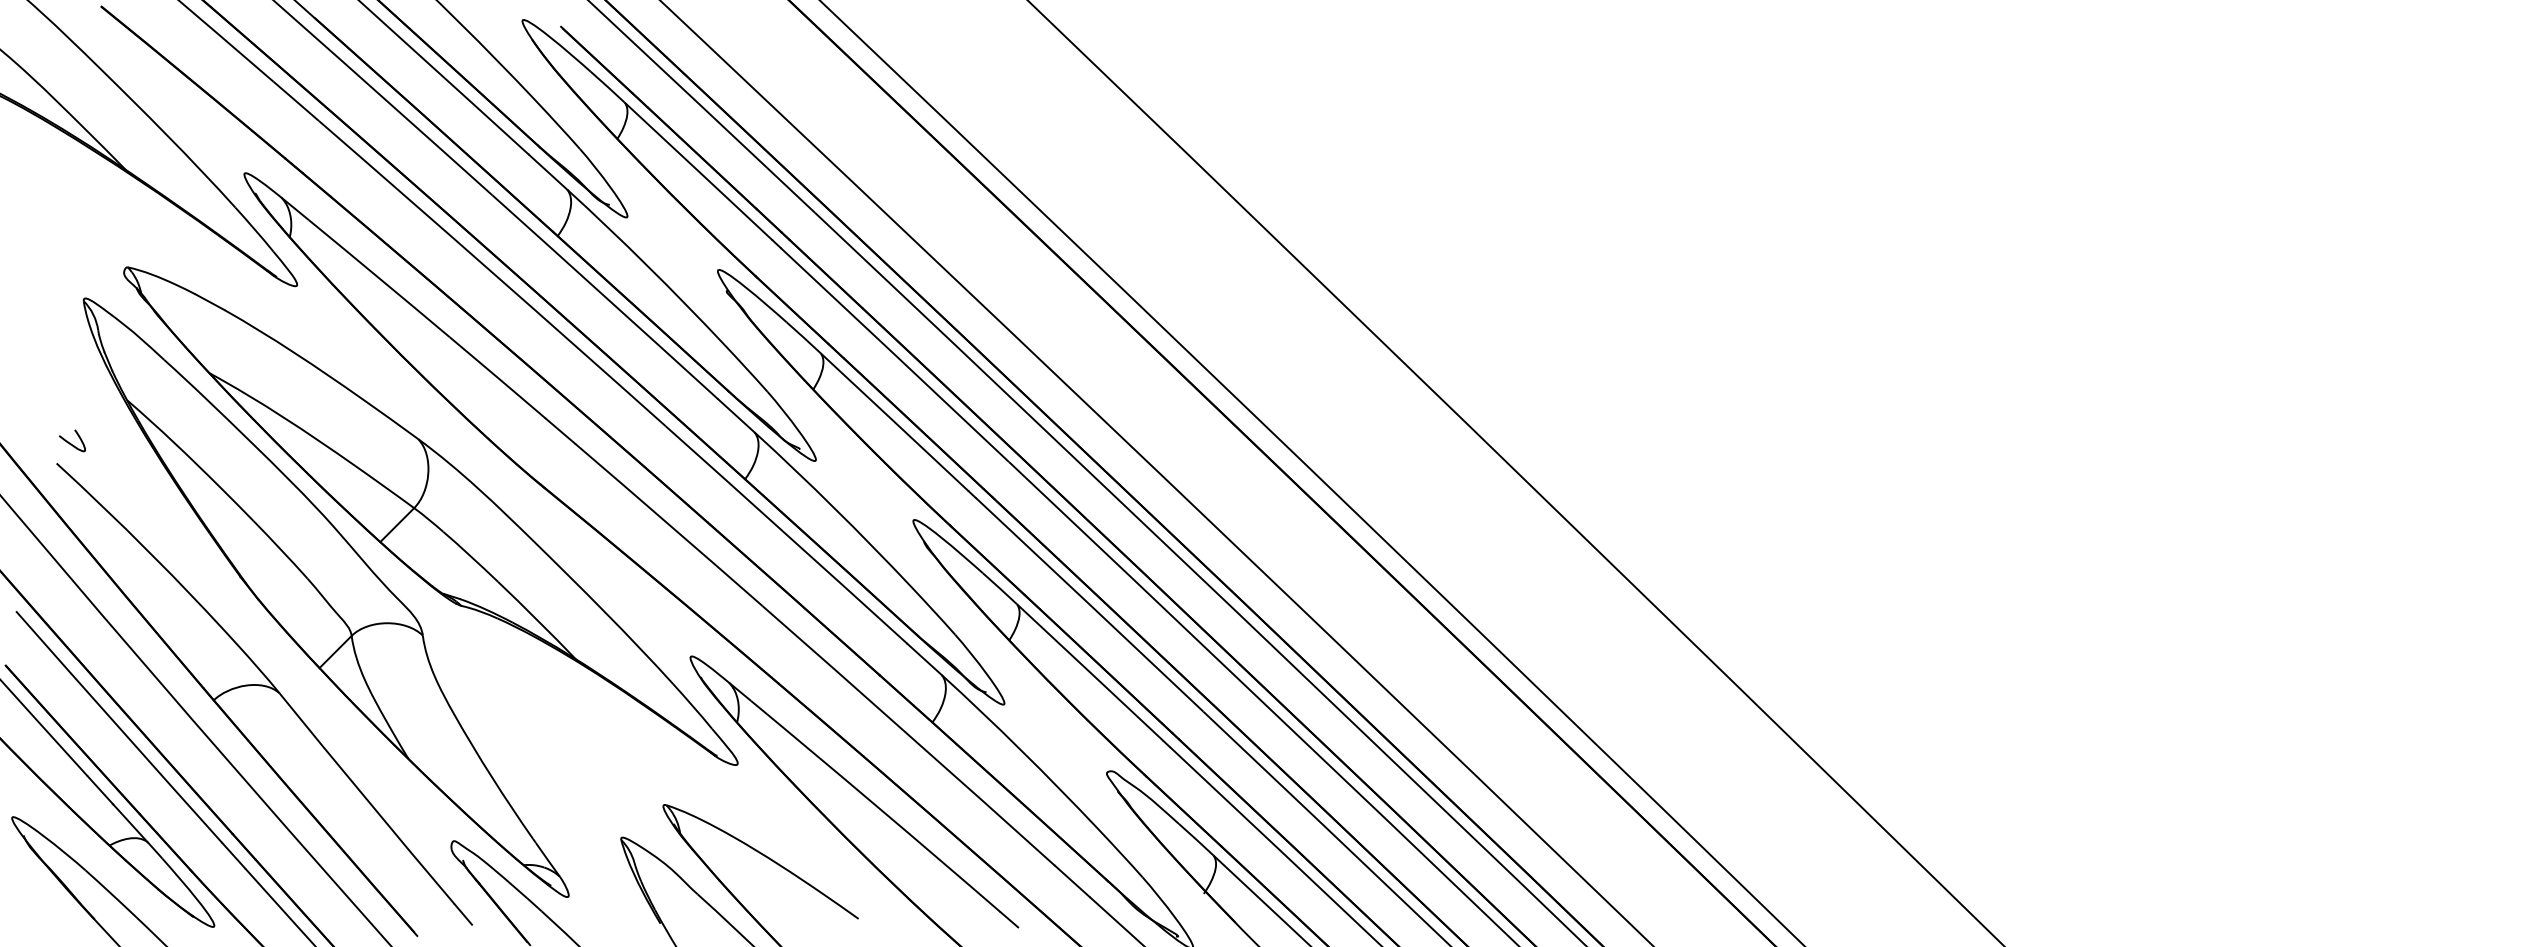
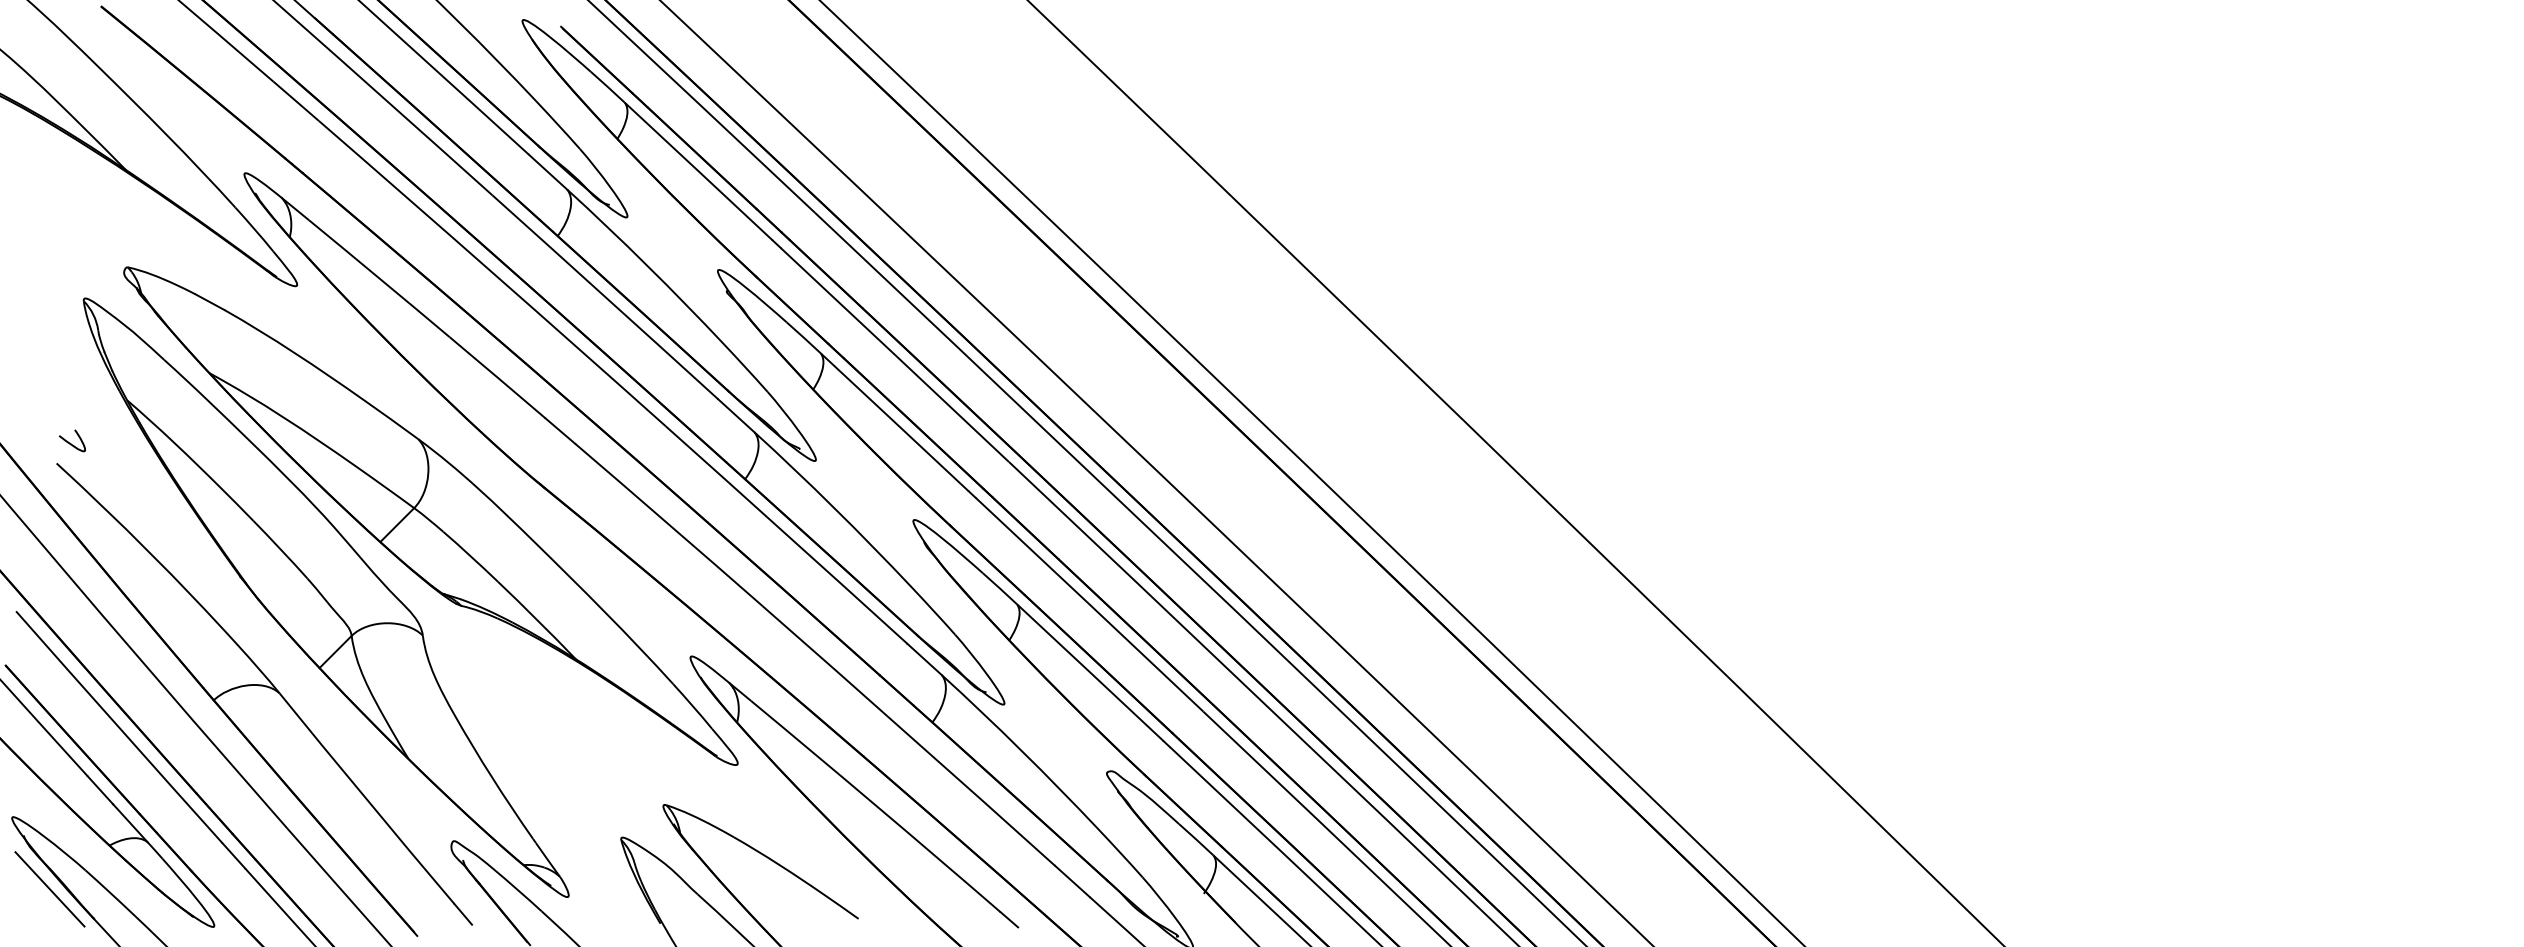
line at (49, 889): none -> present
